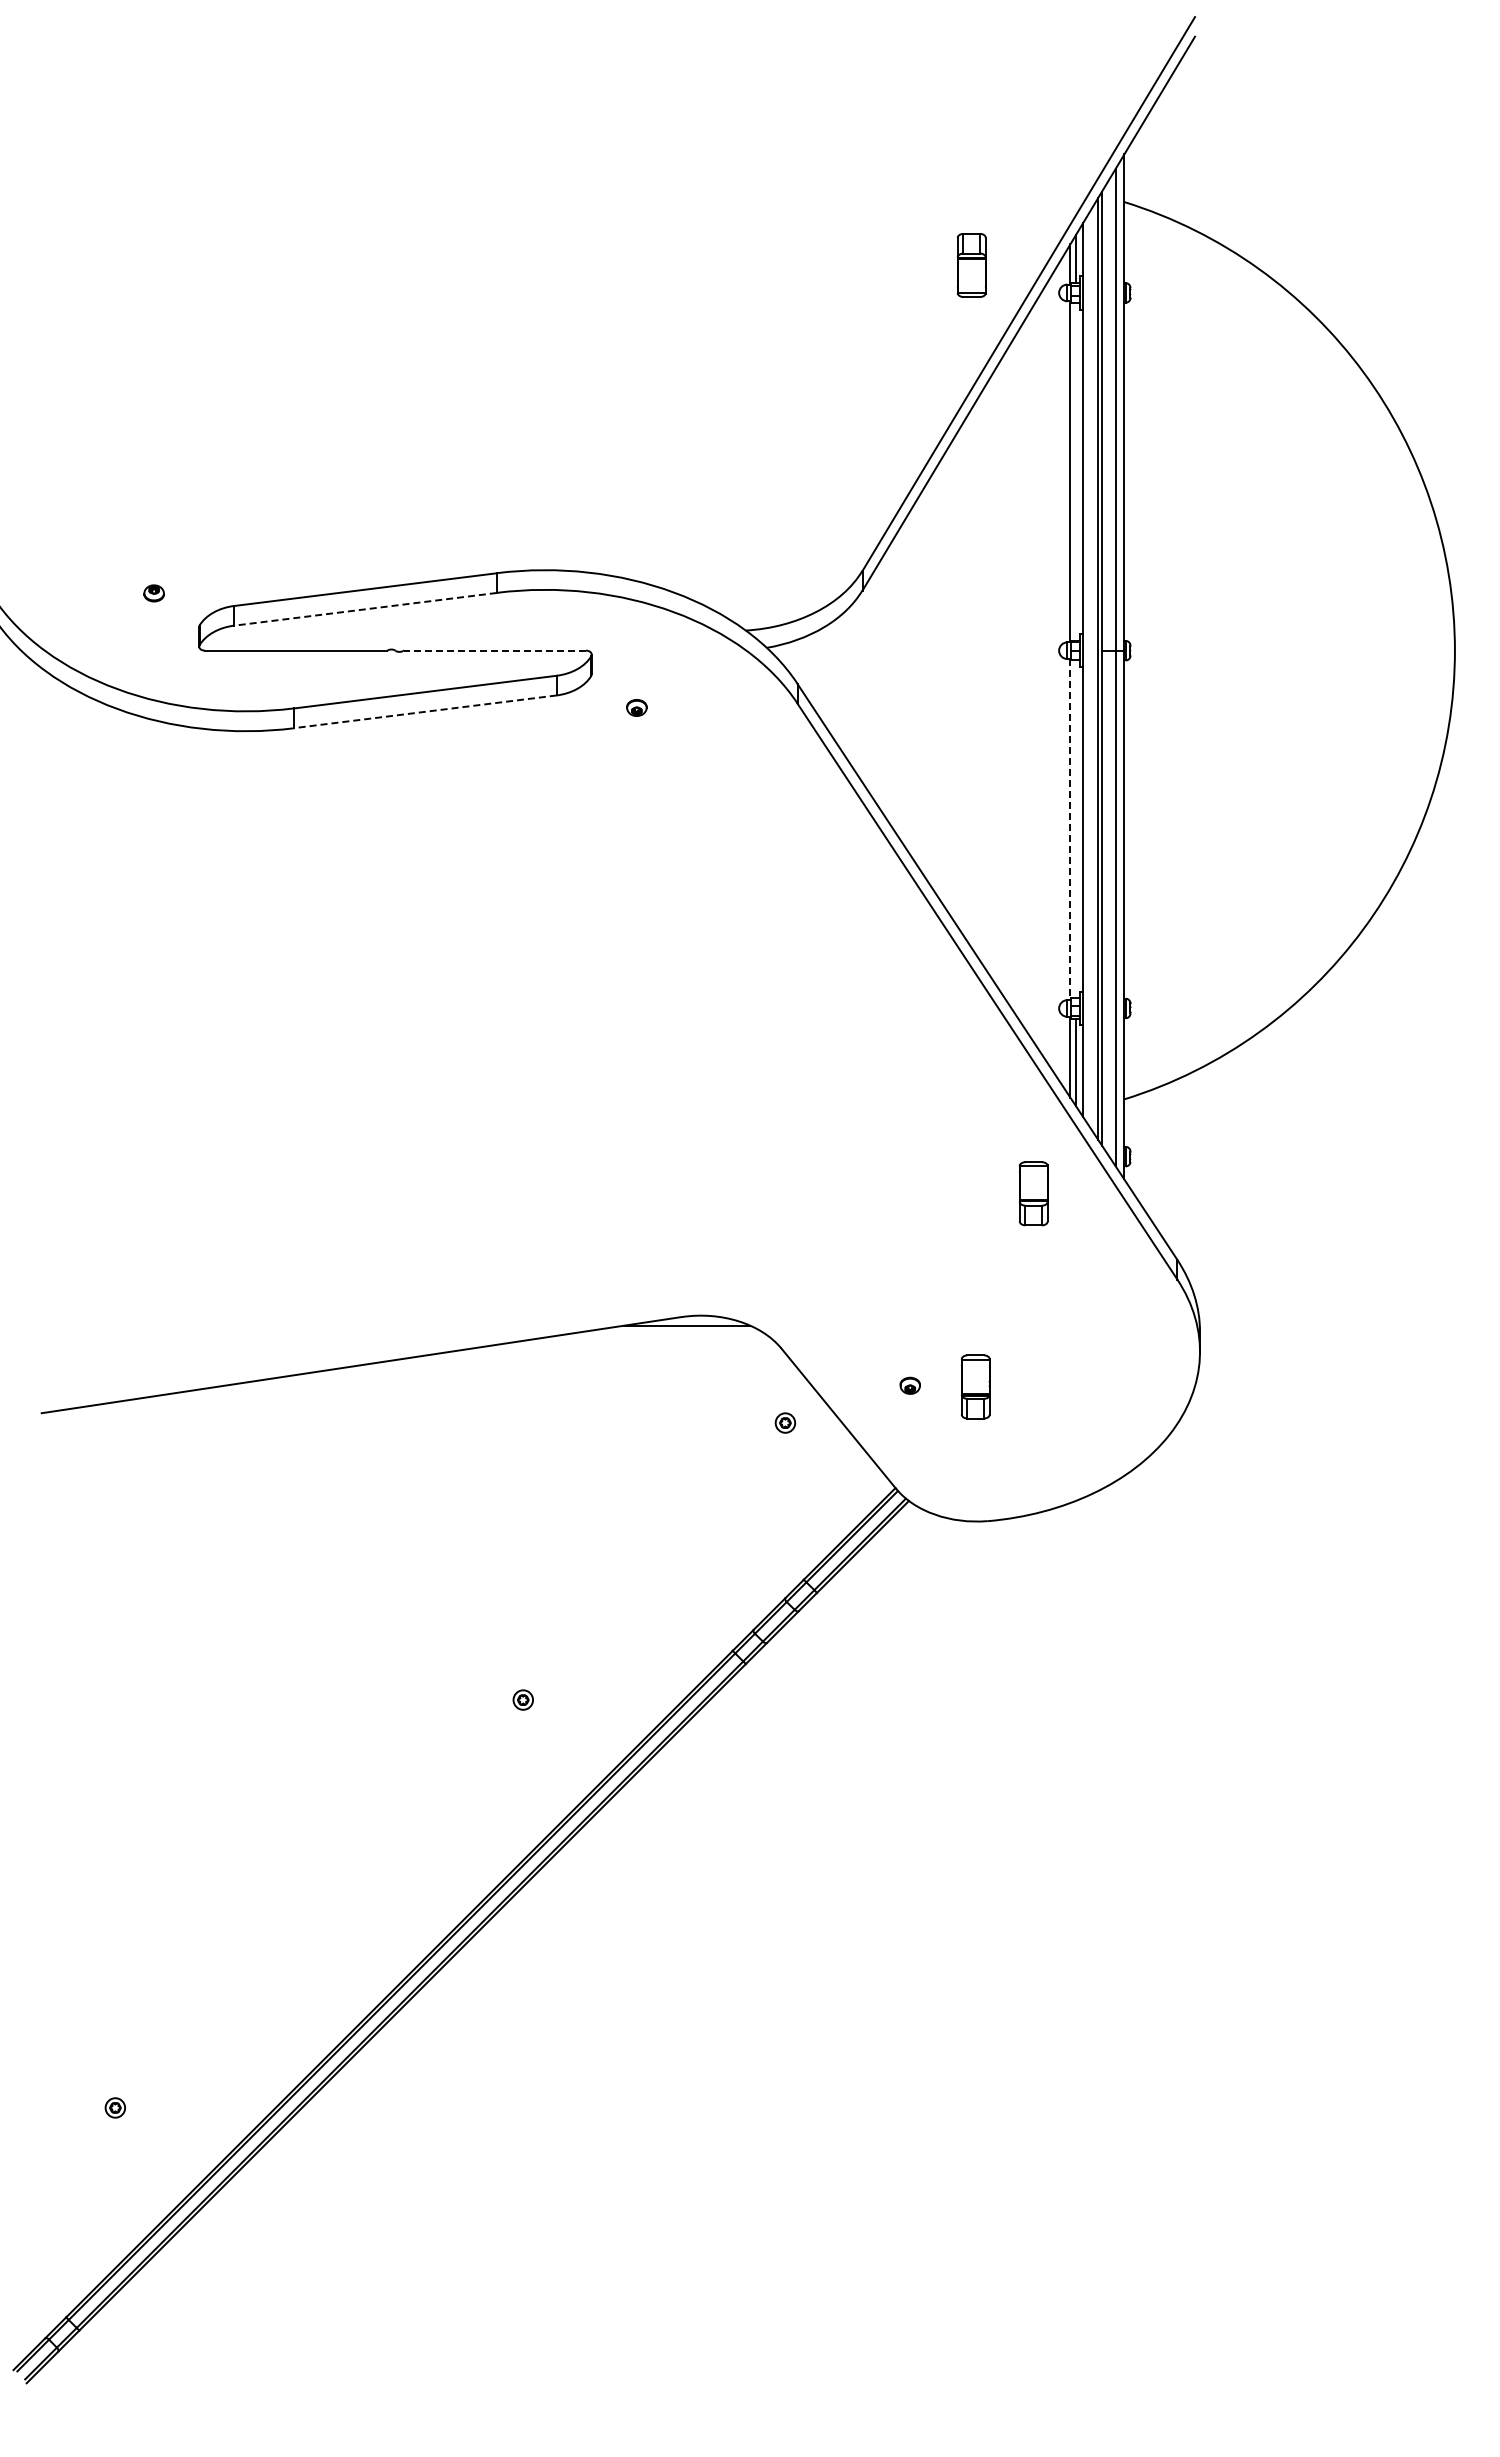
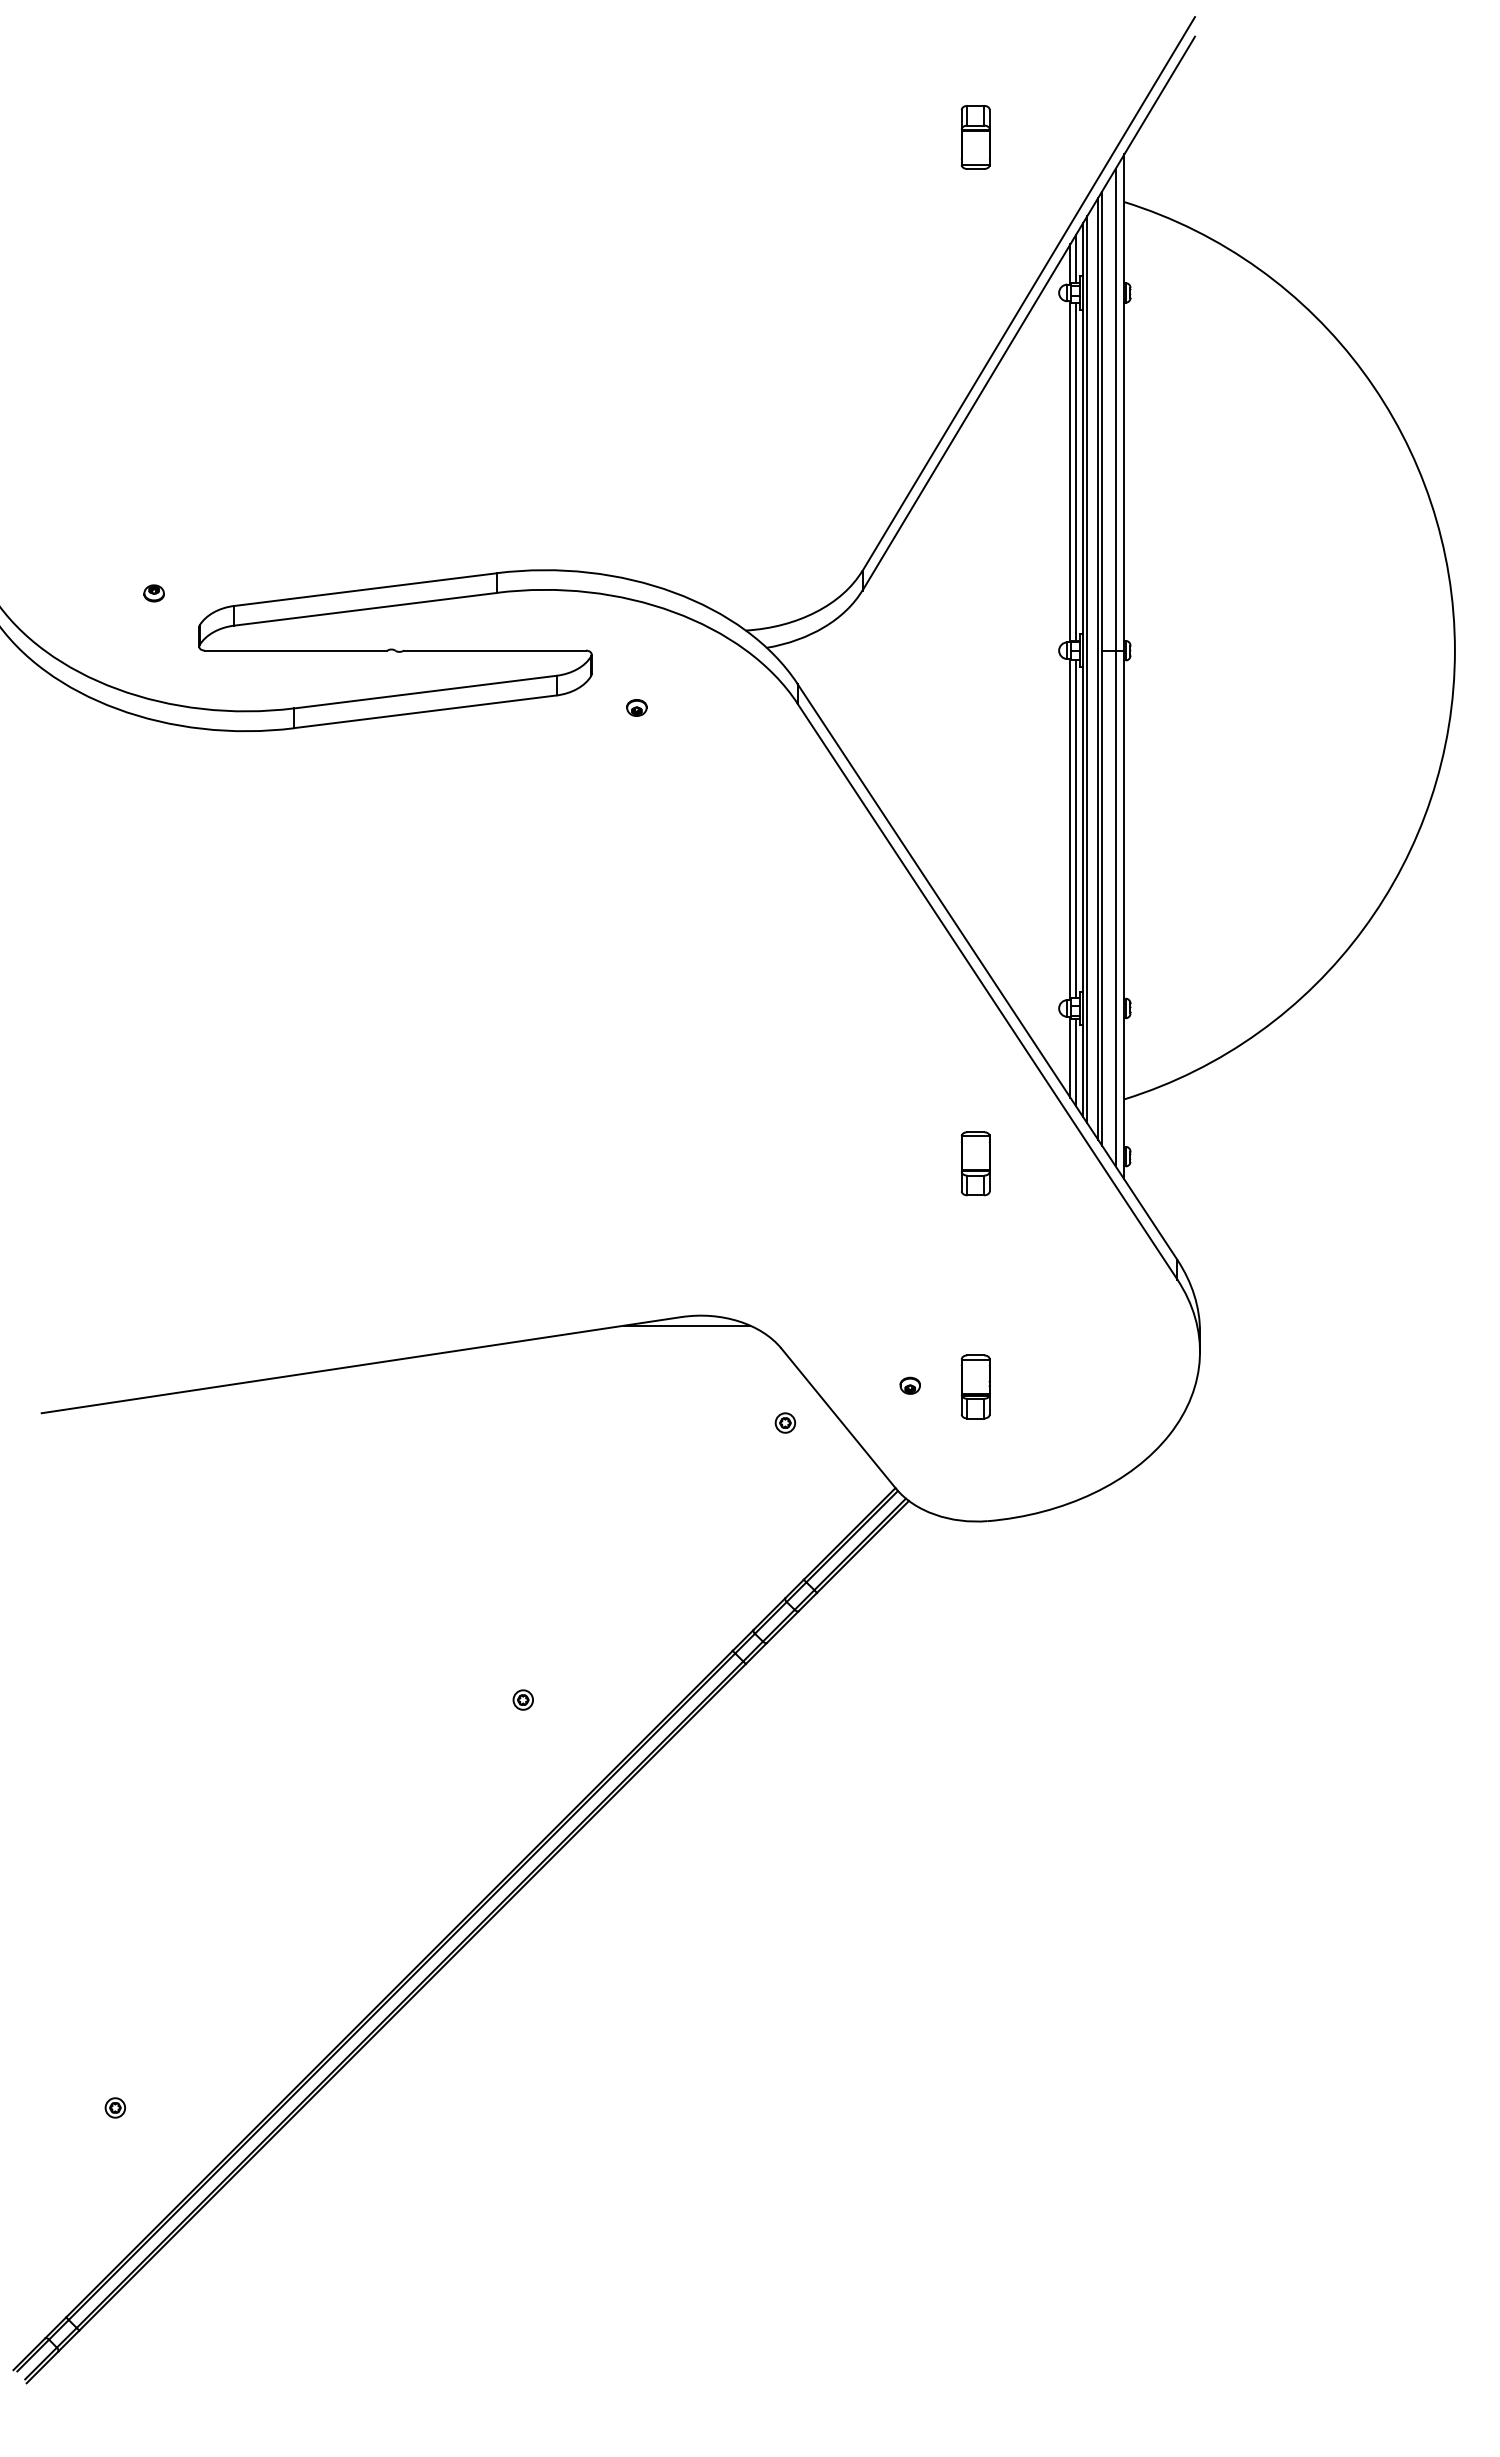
part at (971, 265) position: (971, 265) -> (975, 137)
line at (1076, 472): none -> present
line at (365, 609): dashed -> solid
line at (495, 650): dashed -> solid
line at (1087, 669): none -> present
line at (424, 711): dashed -> solid
line at (1070, 829): dashed -> solid
line at (1076, 829): none -> present
part at (1033, 1193) position: (1033, 1193) -> (975, 1163)
